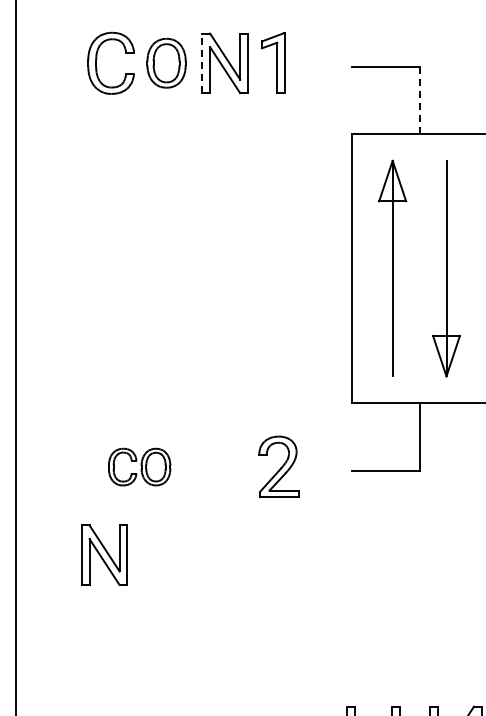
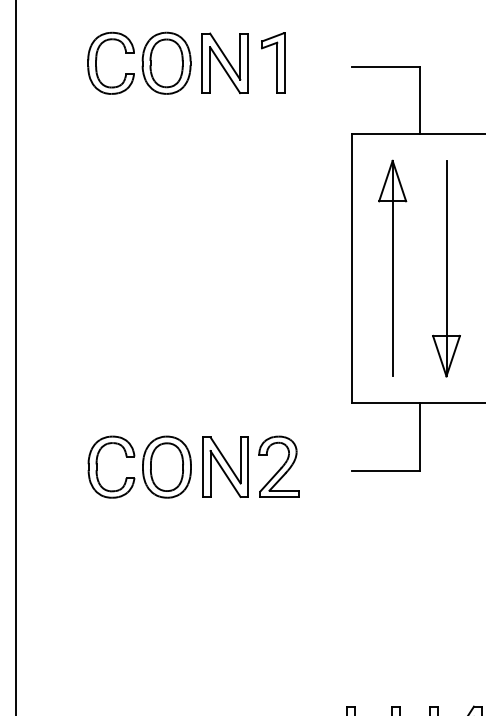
part at (166, 62) size: 41x52 px -> 51x64 px
line at (202, 63): dashed -> solid
line at (419, 100): dashed -> solid
part at (139, 466) size: 64x40 px -> 105x64 px
part at (104, 554) position: (104, 554) -> (225, 466)
